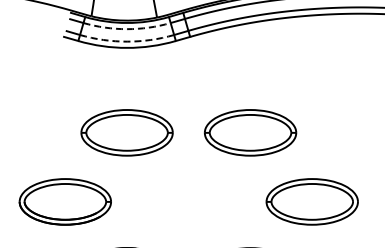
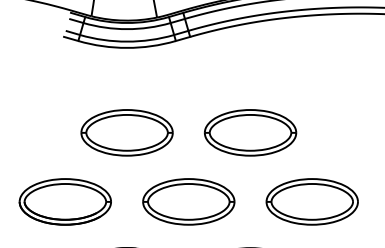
arc at (127, 29): dashed -> solid
arc at (127, 41): dashed -> solid
part at (188, 201): none -> present
